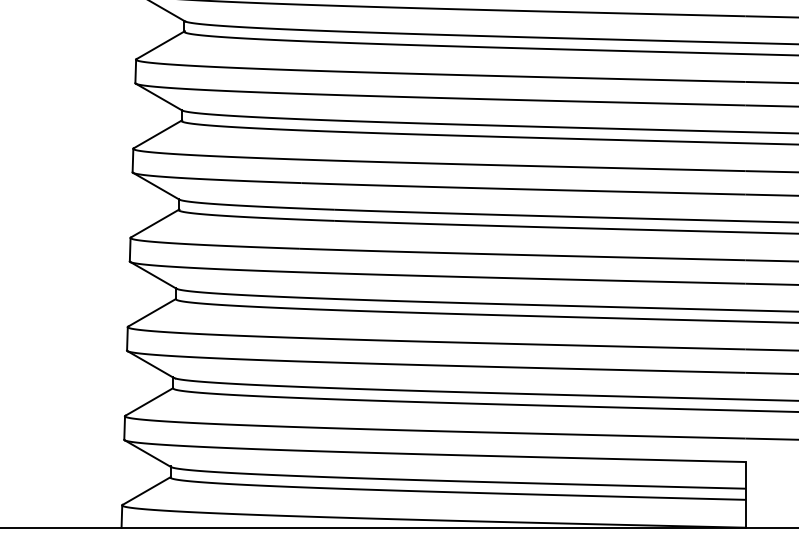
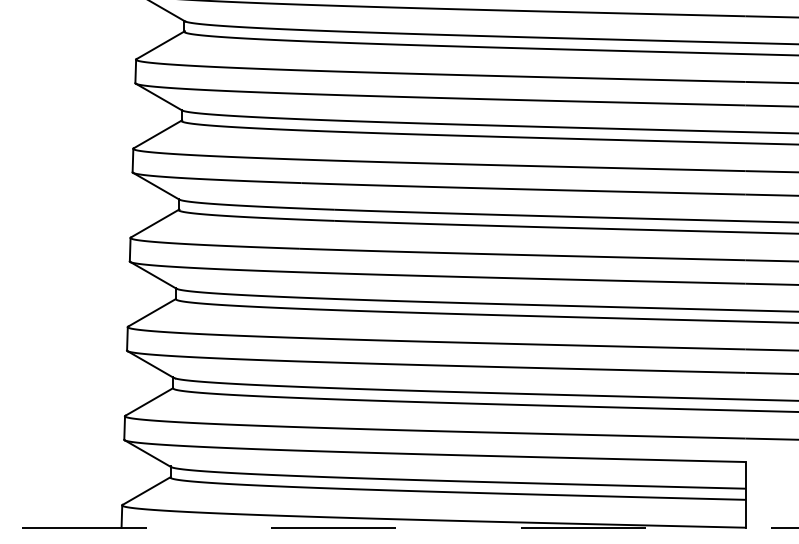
line at (399, 527): solid -> dashed
